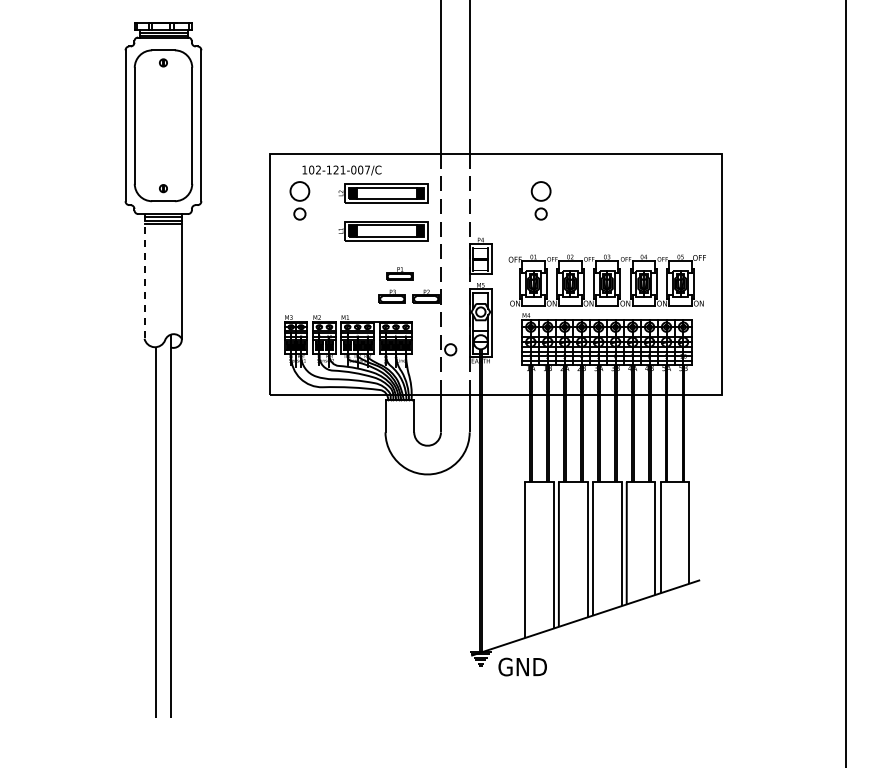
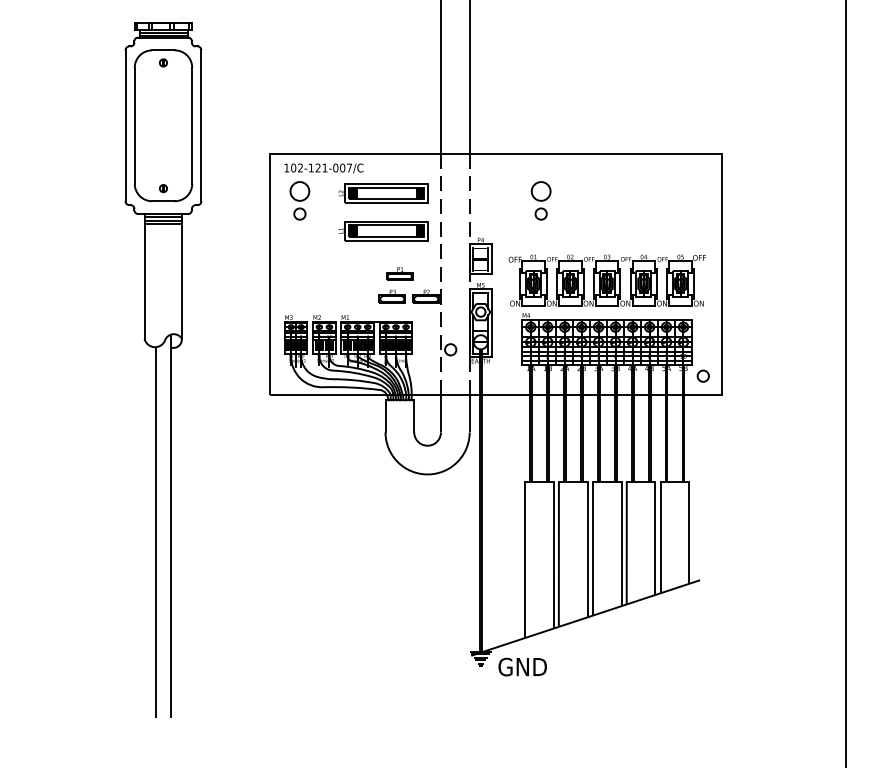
text at (341, 170) position: (341, 170) -> (323, 168)
line at (144, 276): dashed -> solid
circle at (702, 375): none -> present
